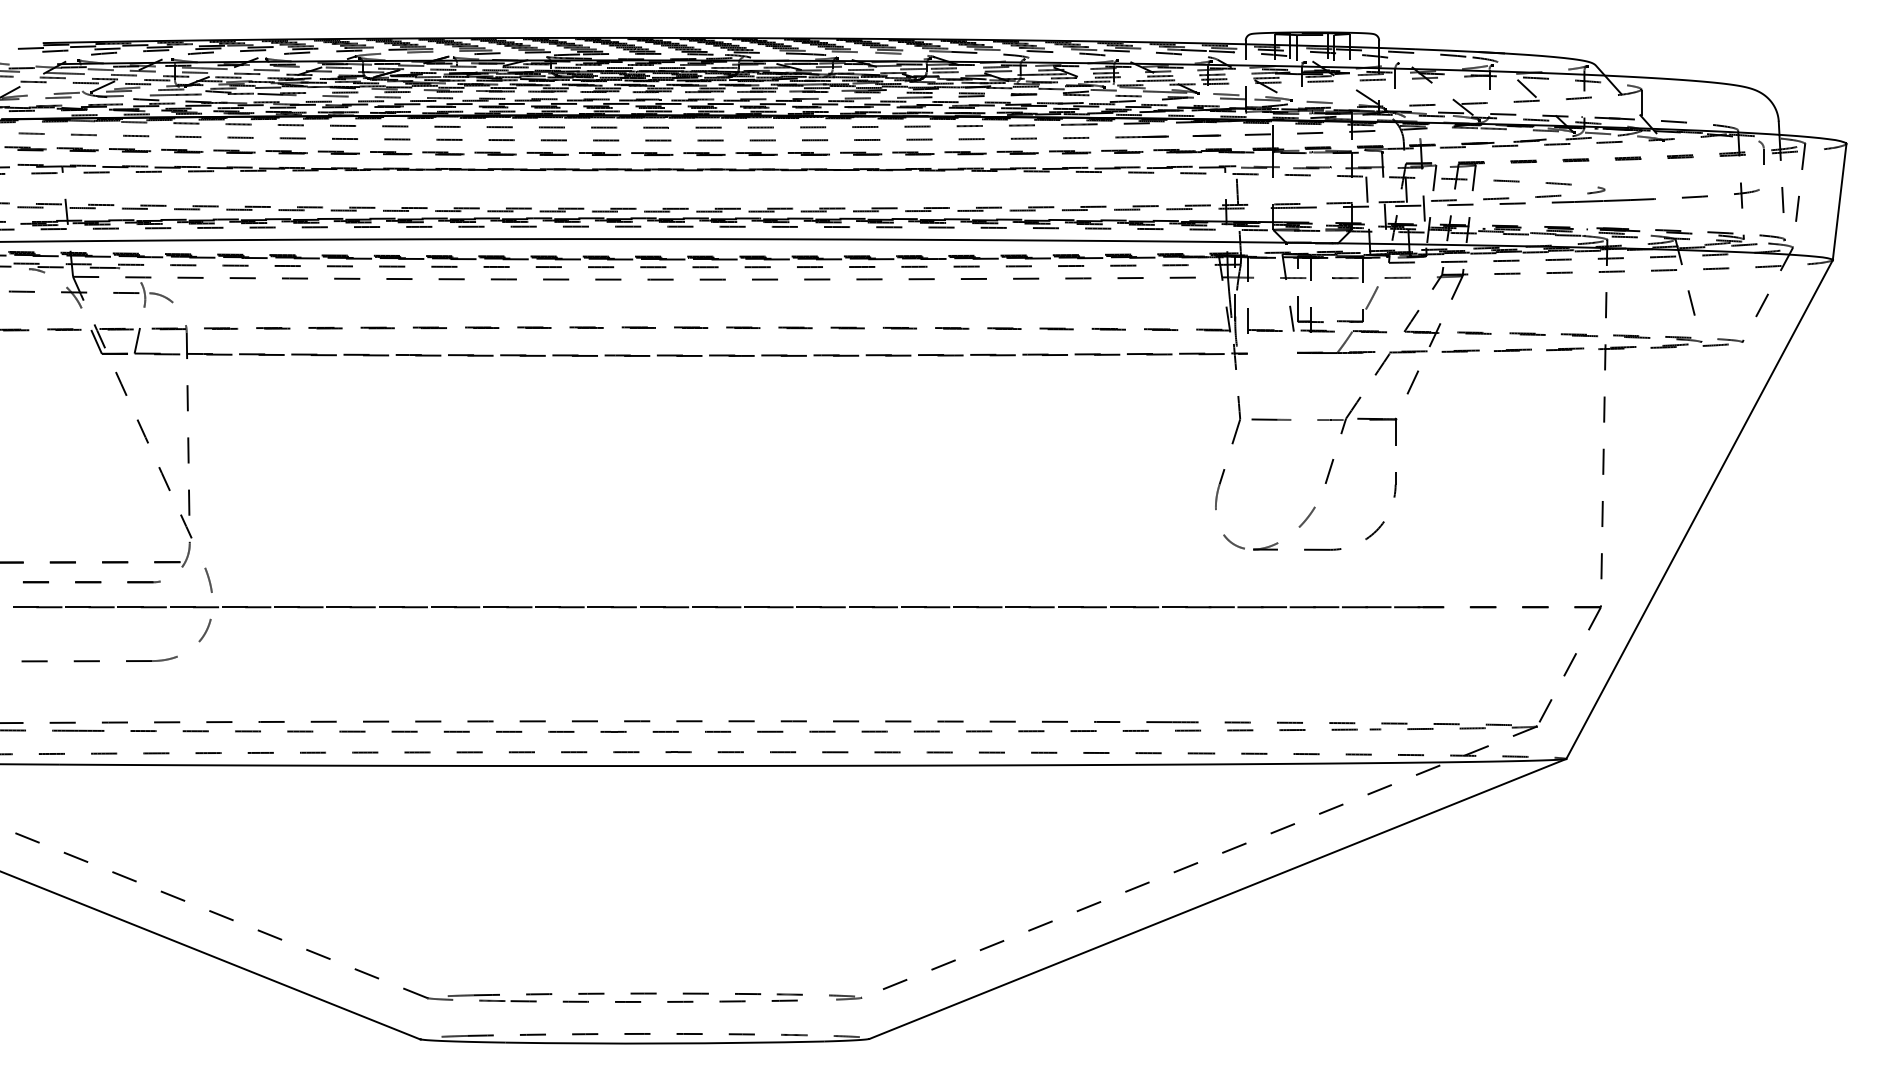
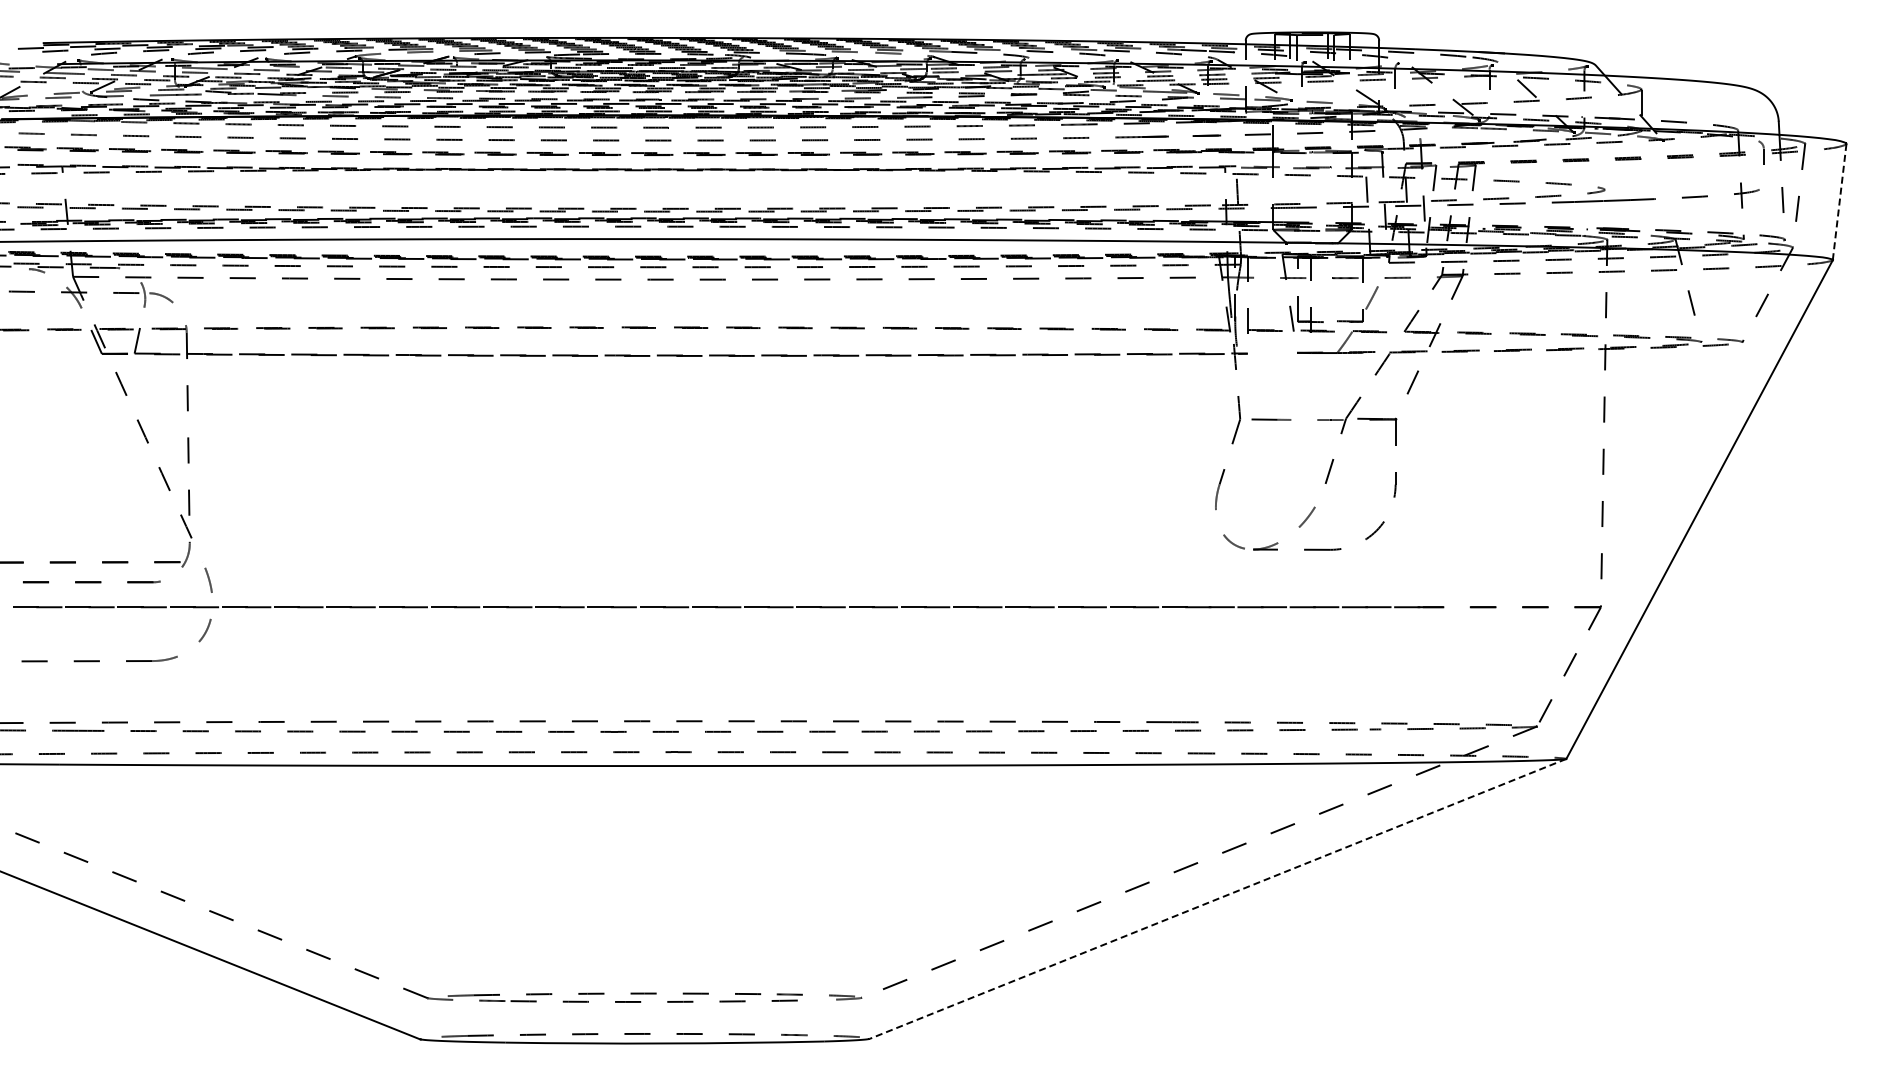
line at (1839, 202): solid -> dashed
line at (1217, 899): solid -> dashed
